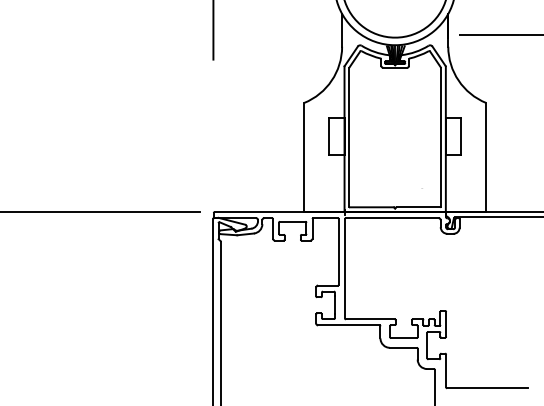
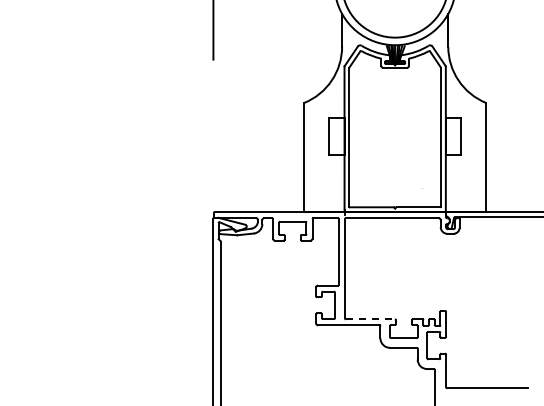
line at (499, 35): present -> none
line at (101, 212): present -> none
line at (370, 319): solid -> dashed
